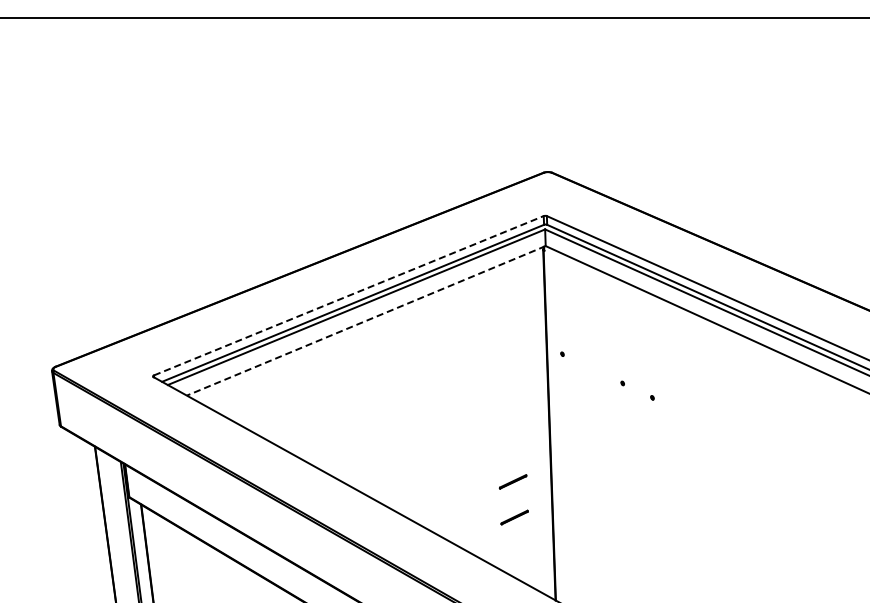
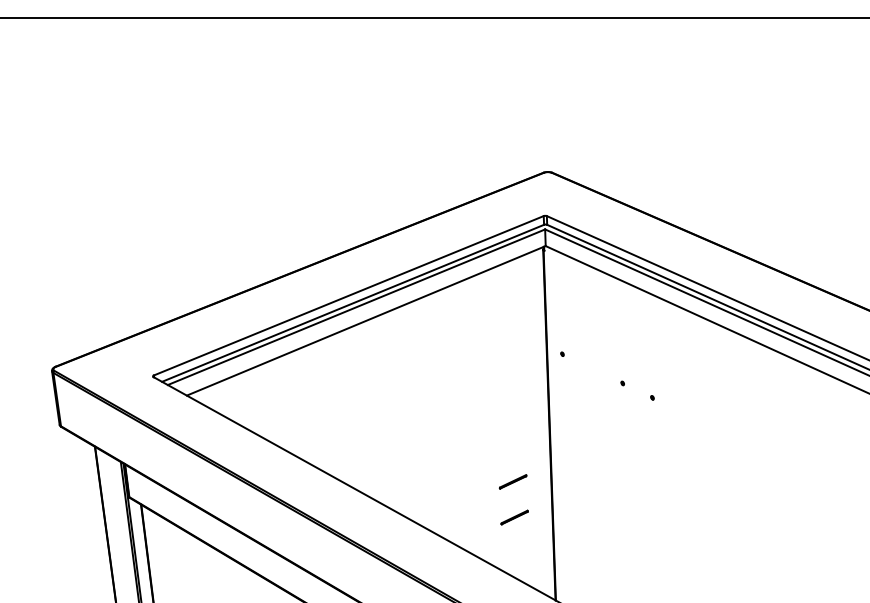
line at (348, 295): dashed -> solid
line at (365, 321): dashed -> solid
